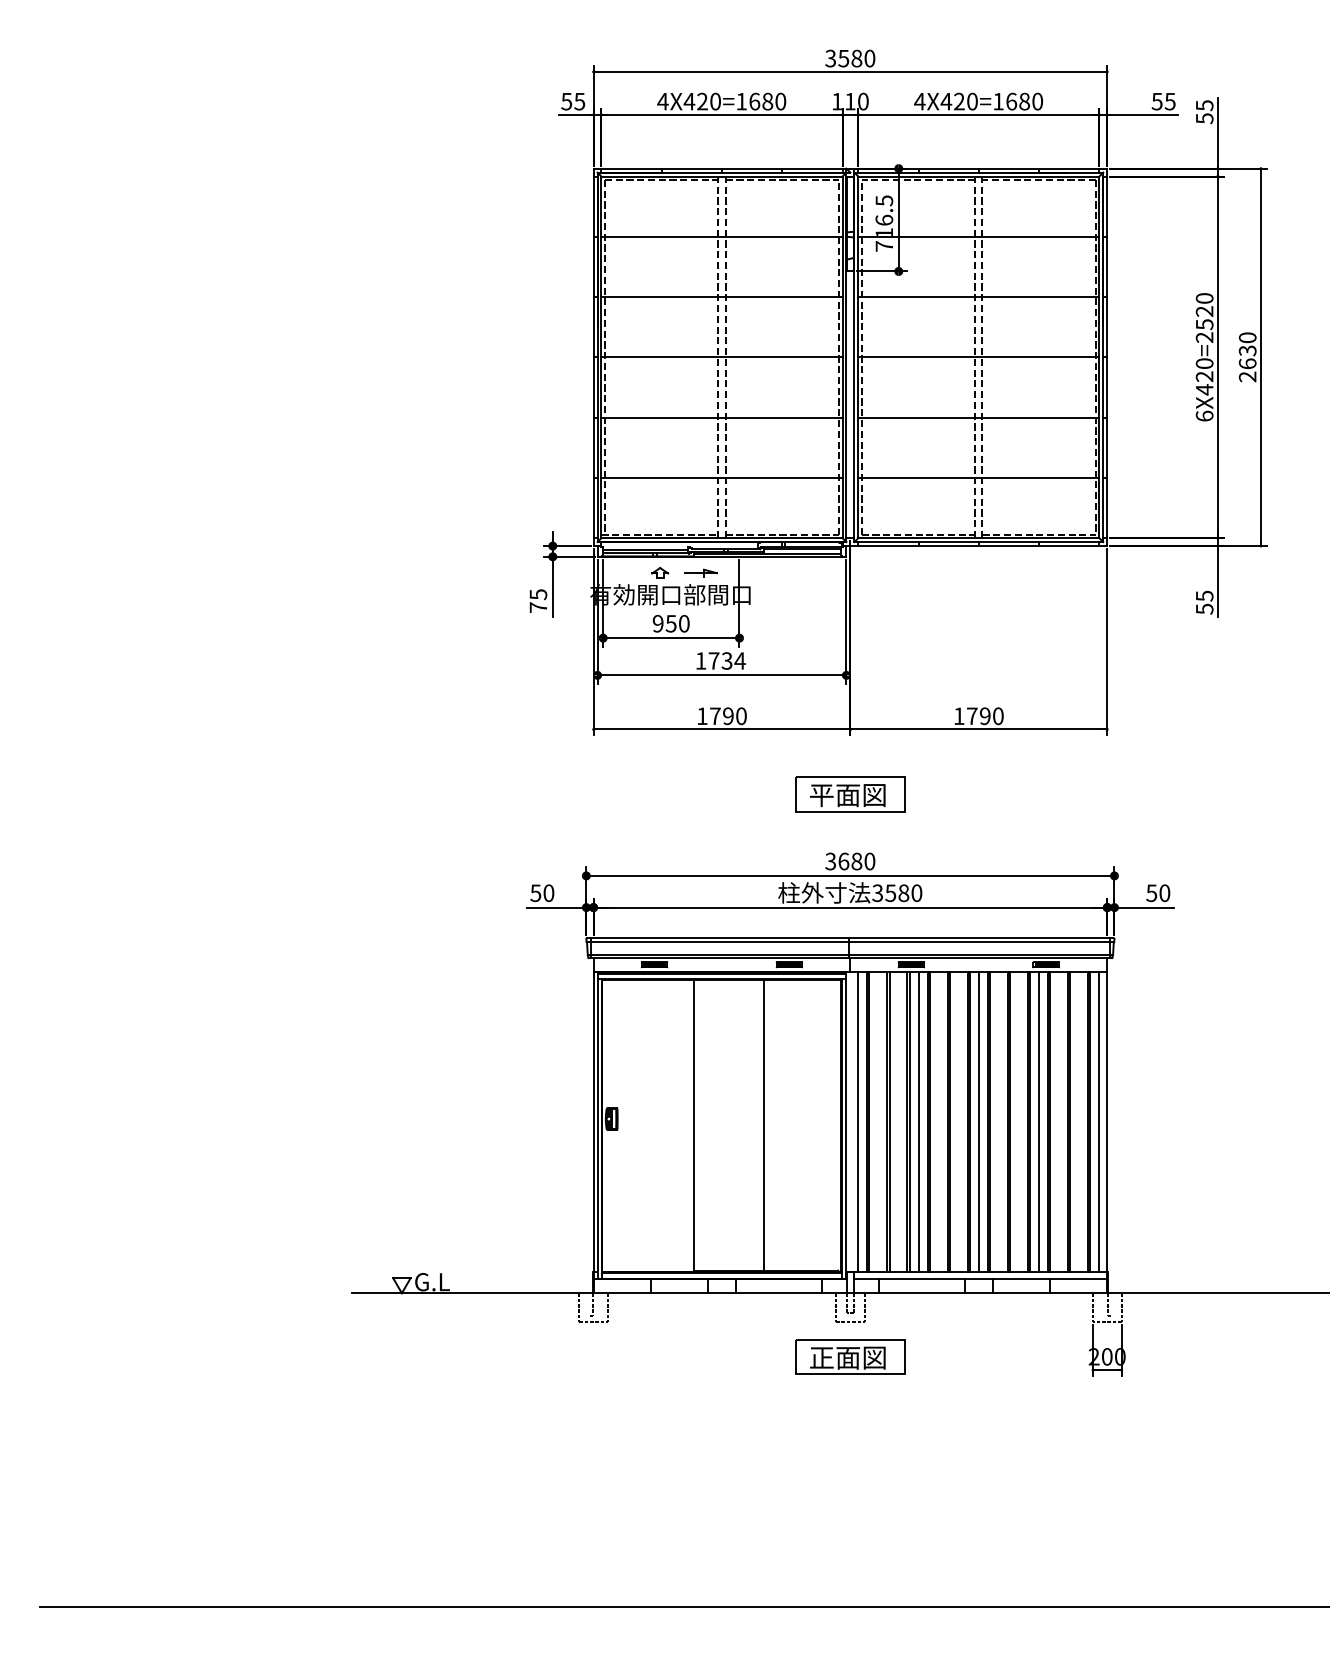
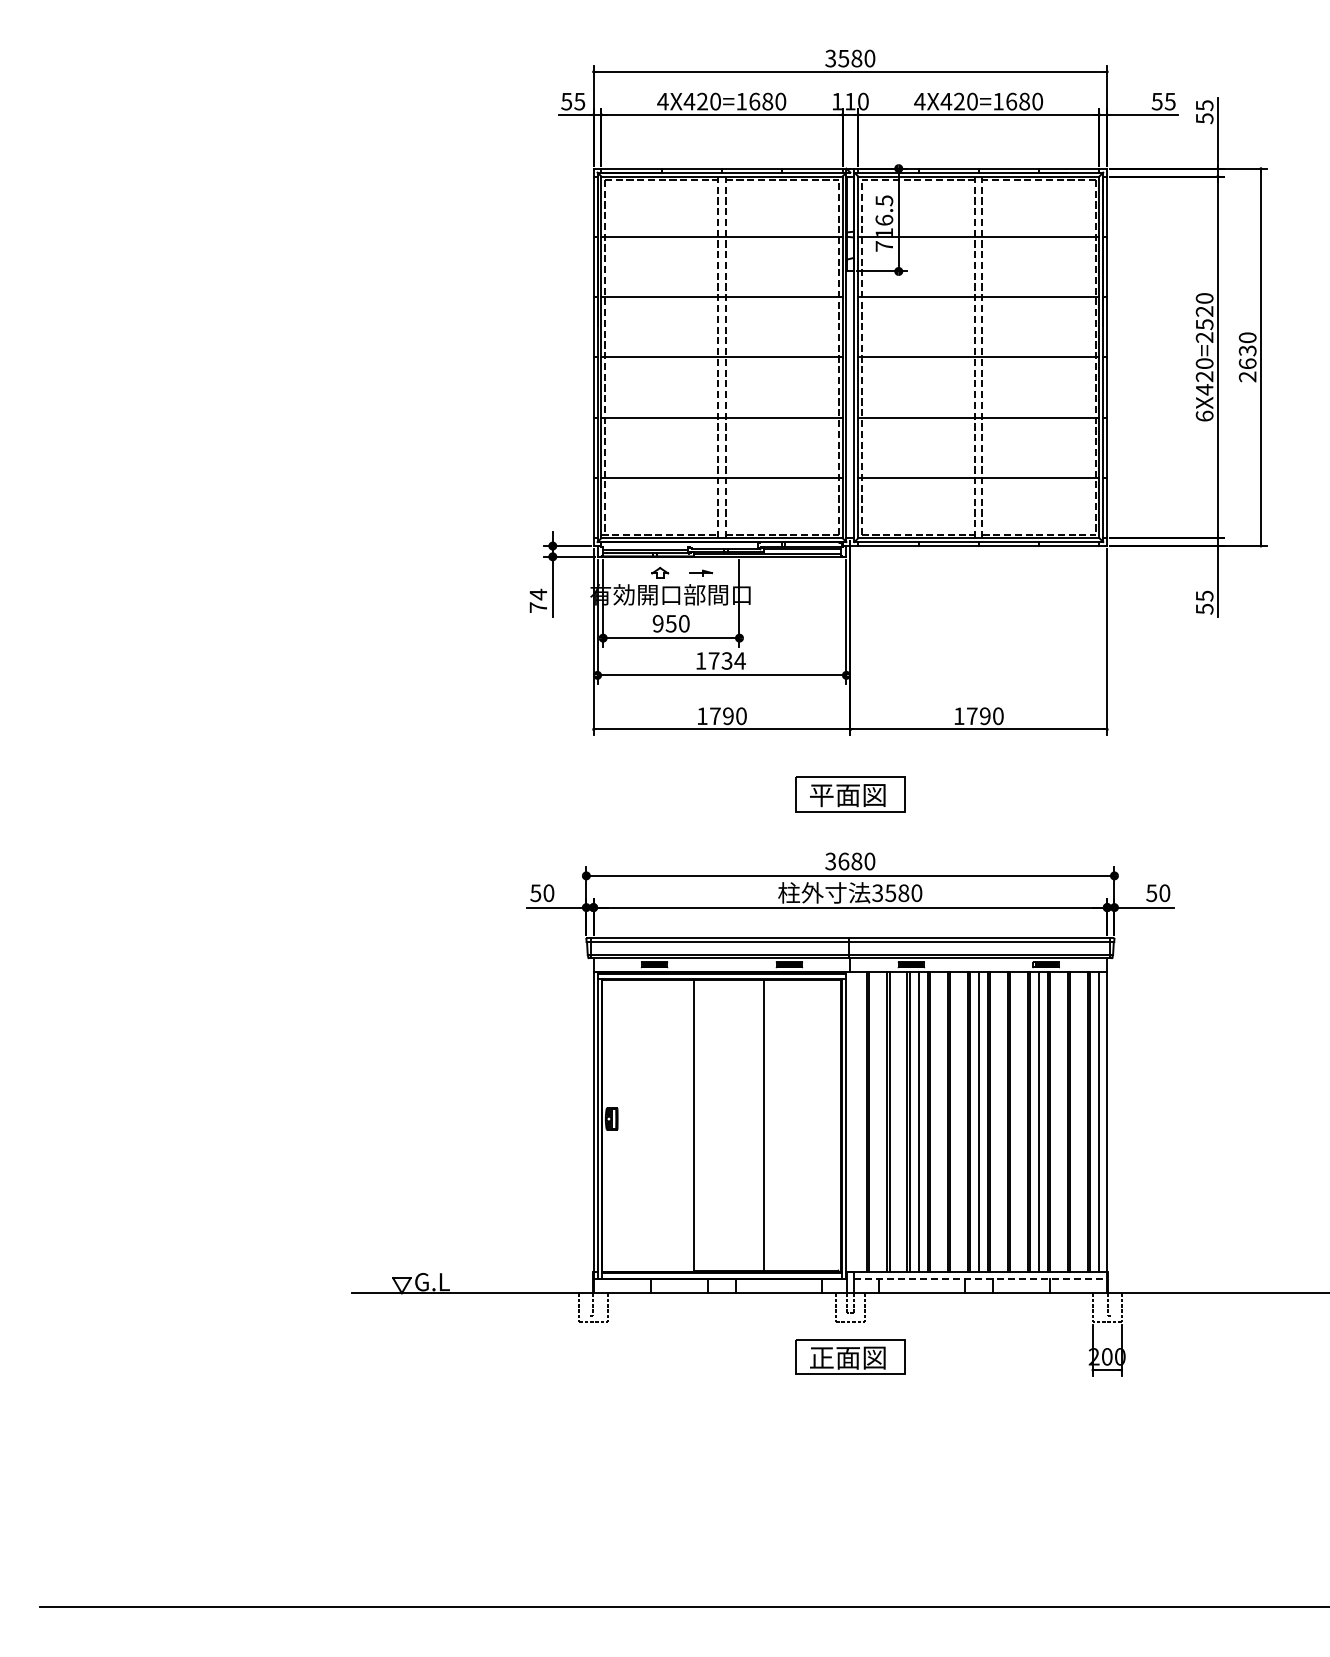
part at (700, 572) size: 34x10 px -> 24x8 px
text at (538, 594): 75 -> 74
line at (858, 1121): present -> none
line at (980, 1278): solid -> dashed
